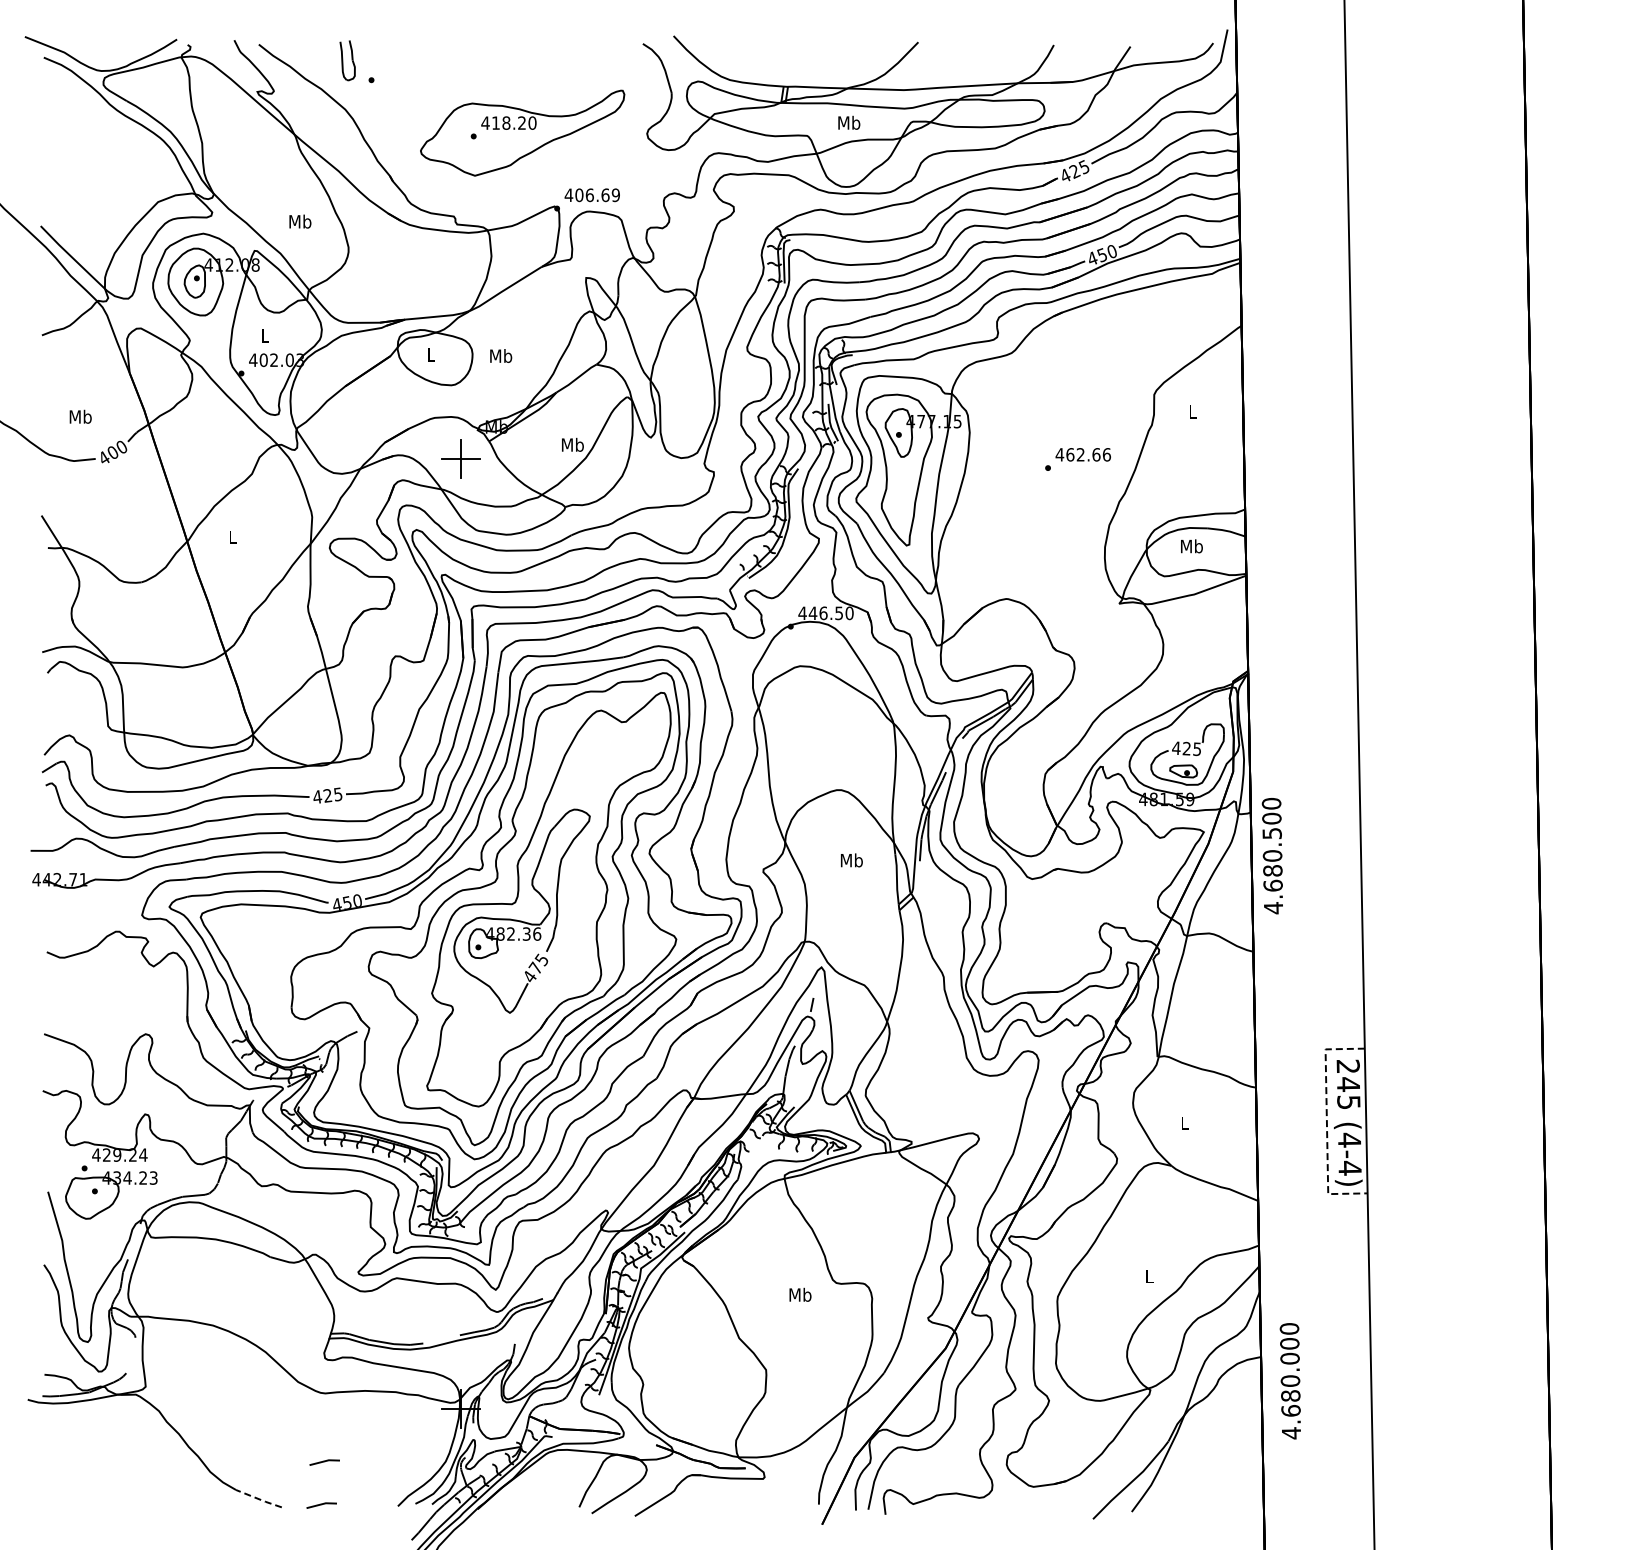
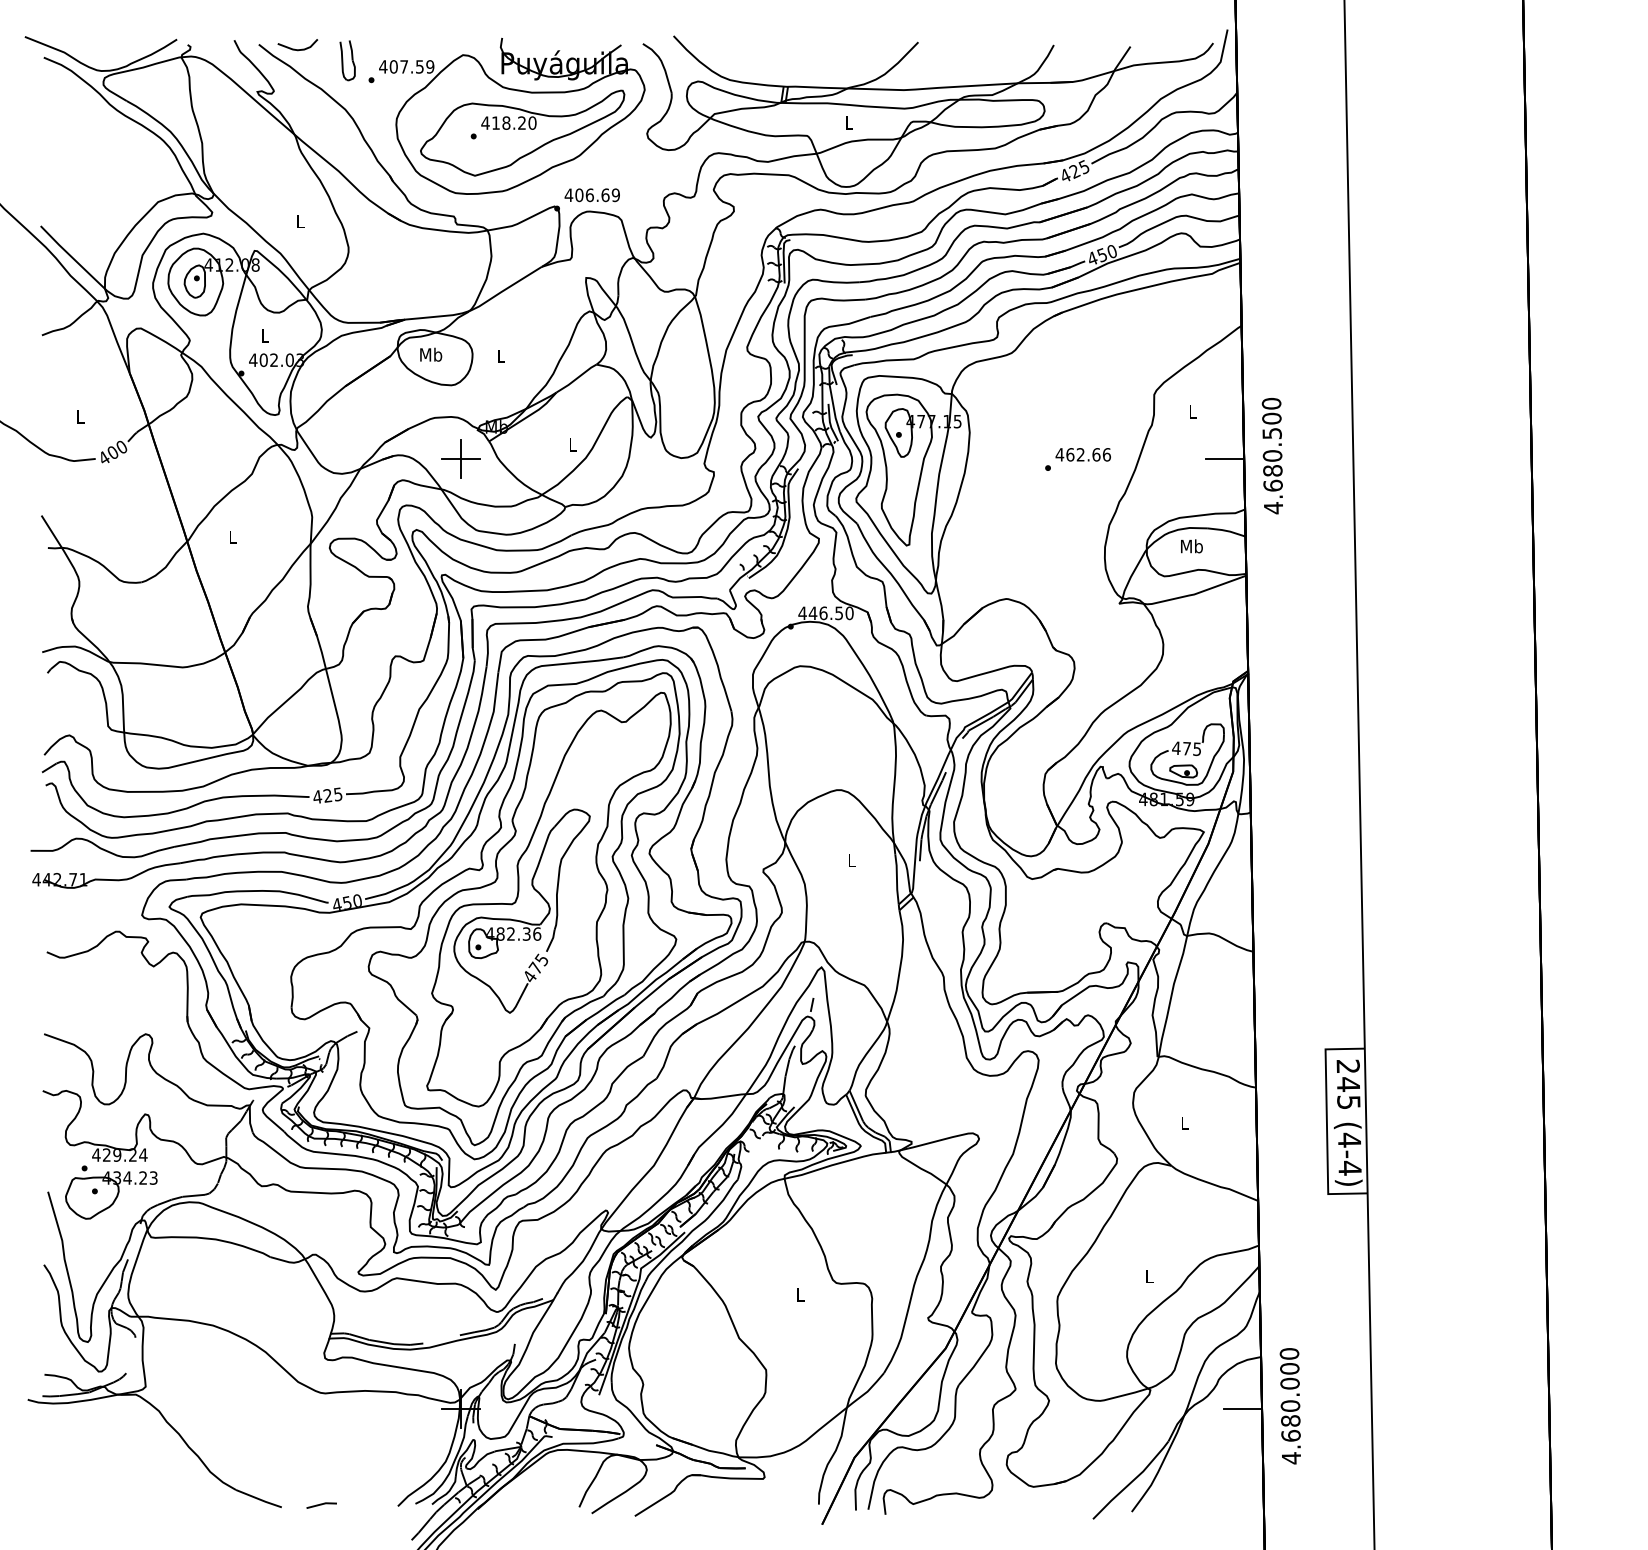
curve at (297, 49): none -> present
part at (512, 115): none -> present
text at (849, 122): Mb -> L
text at (300, 221): Mb -> L
text at (431, 354): L -> Mb
text at (501, 355): Mb -> L
text at (80, 416): Mb -> L
text at (572, 444): Mb -> L
line at (1225, 458): none -> present
text at (1186, 748): 425 -> 475
text at (1271, 856) position: (1271, 856) -> (1271, 456)
text at (851, 860): Mb -> L
line at (1326, 1122): dashed -> solid
text at (800, 1294): Mb -> L
text at (1289, 1381) position: (1289, 1381) -> (1289, 1406)
line at (1243, 1408): none -> present
line at (324, 1462): present -> none
line at (258, 1499): dashed -> solid
